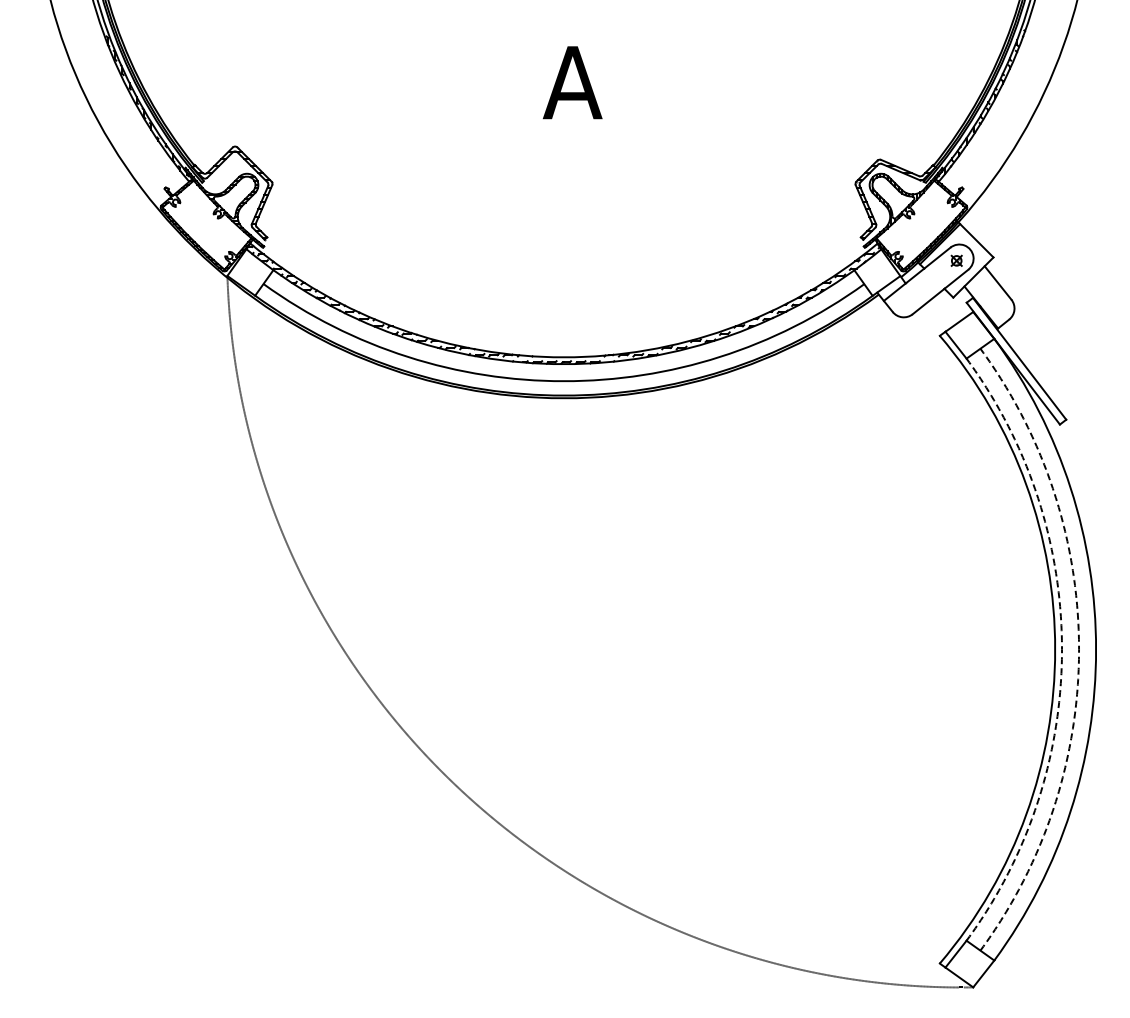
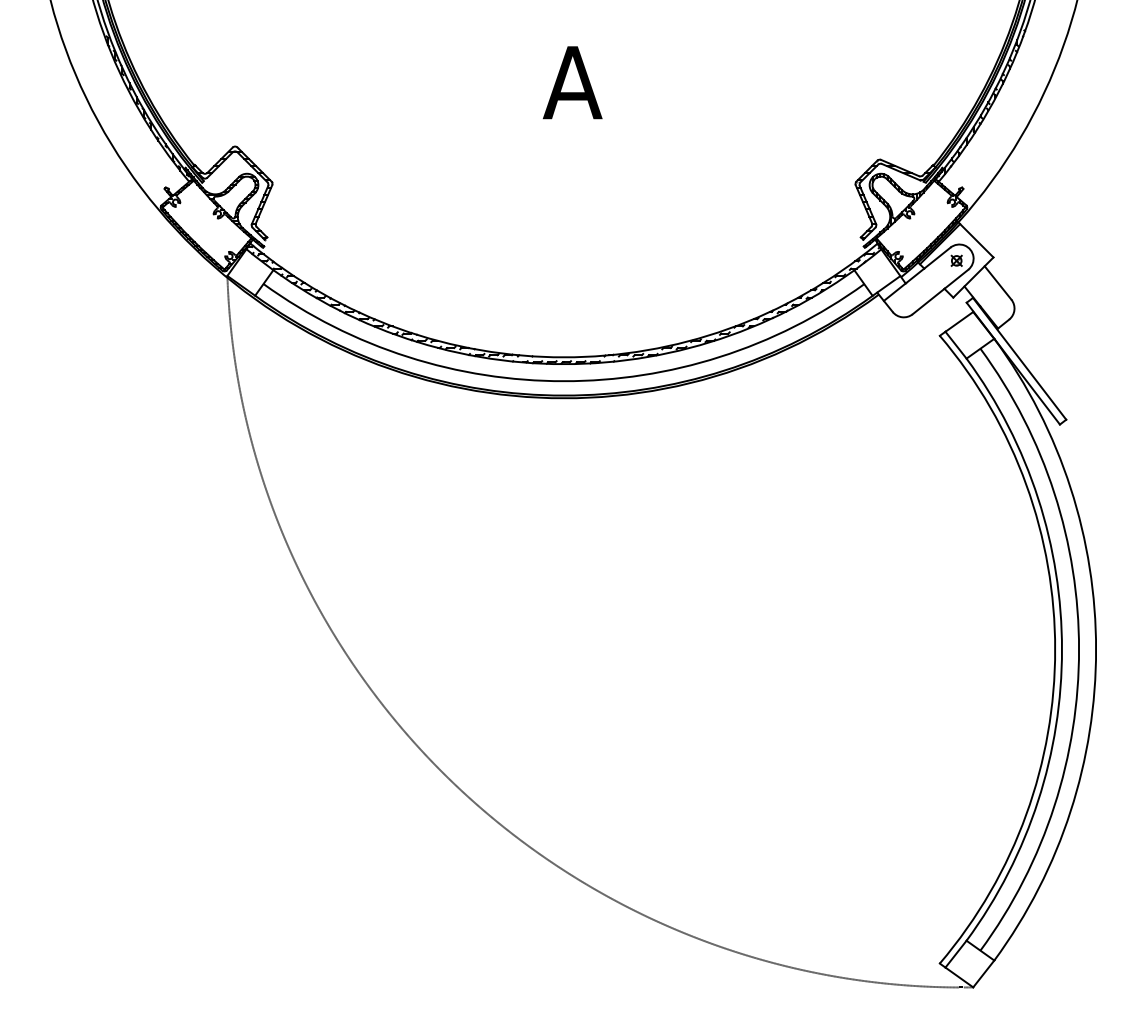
arc at (1062, 649): dashed -> solid
arc at (1079, 649): dashed -> solid
